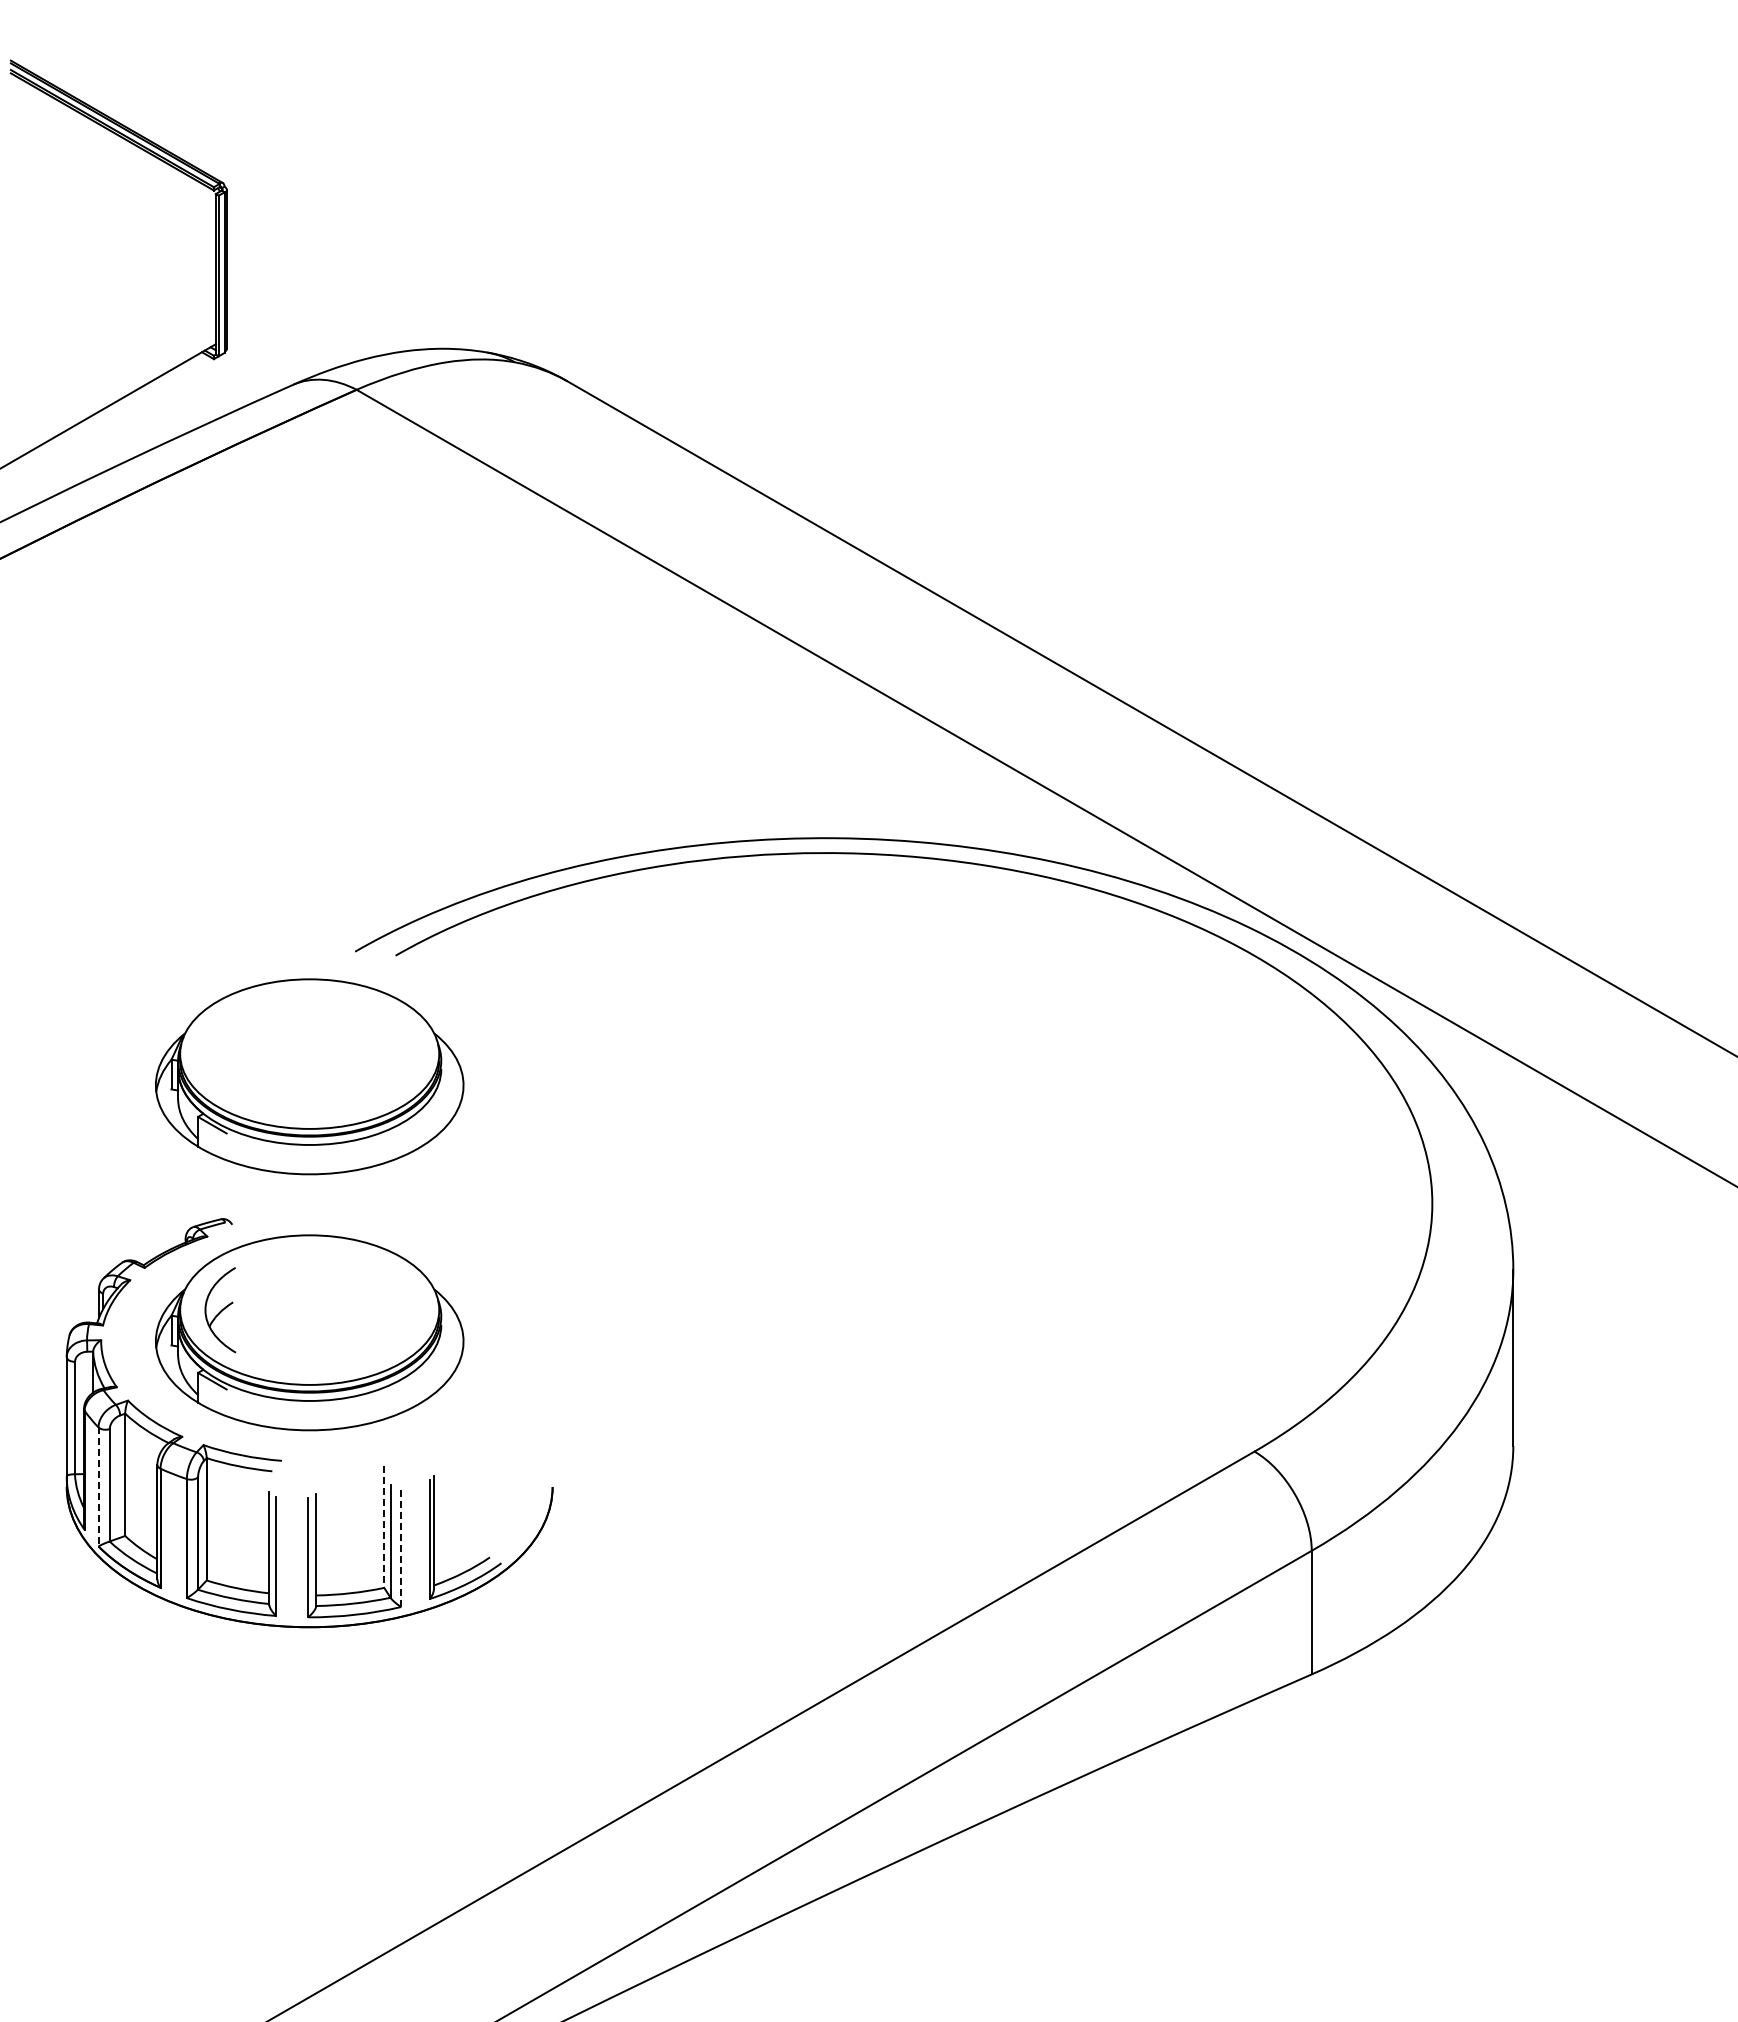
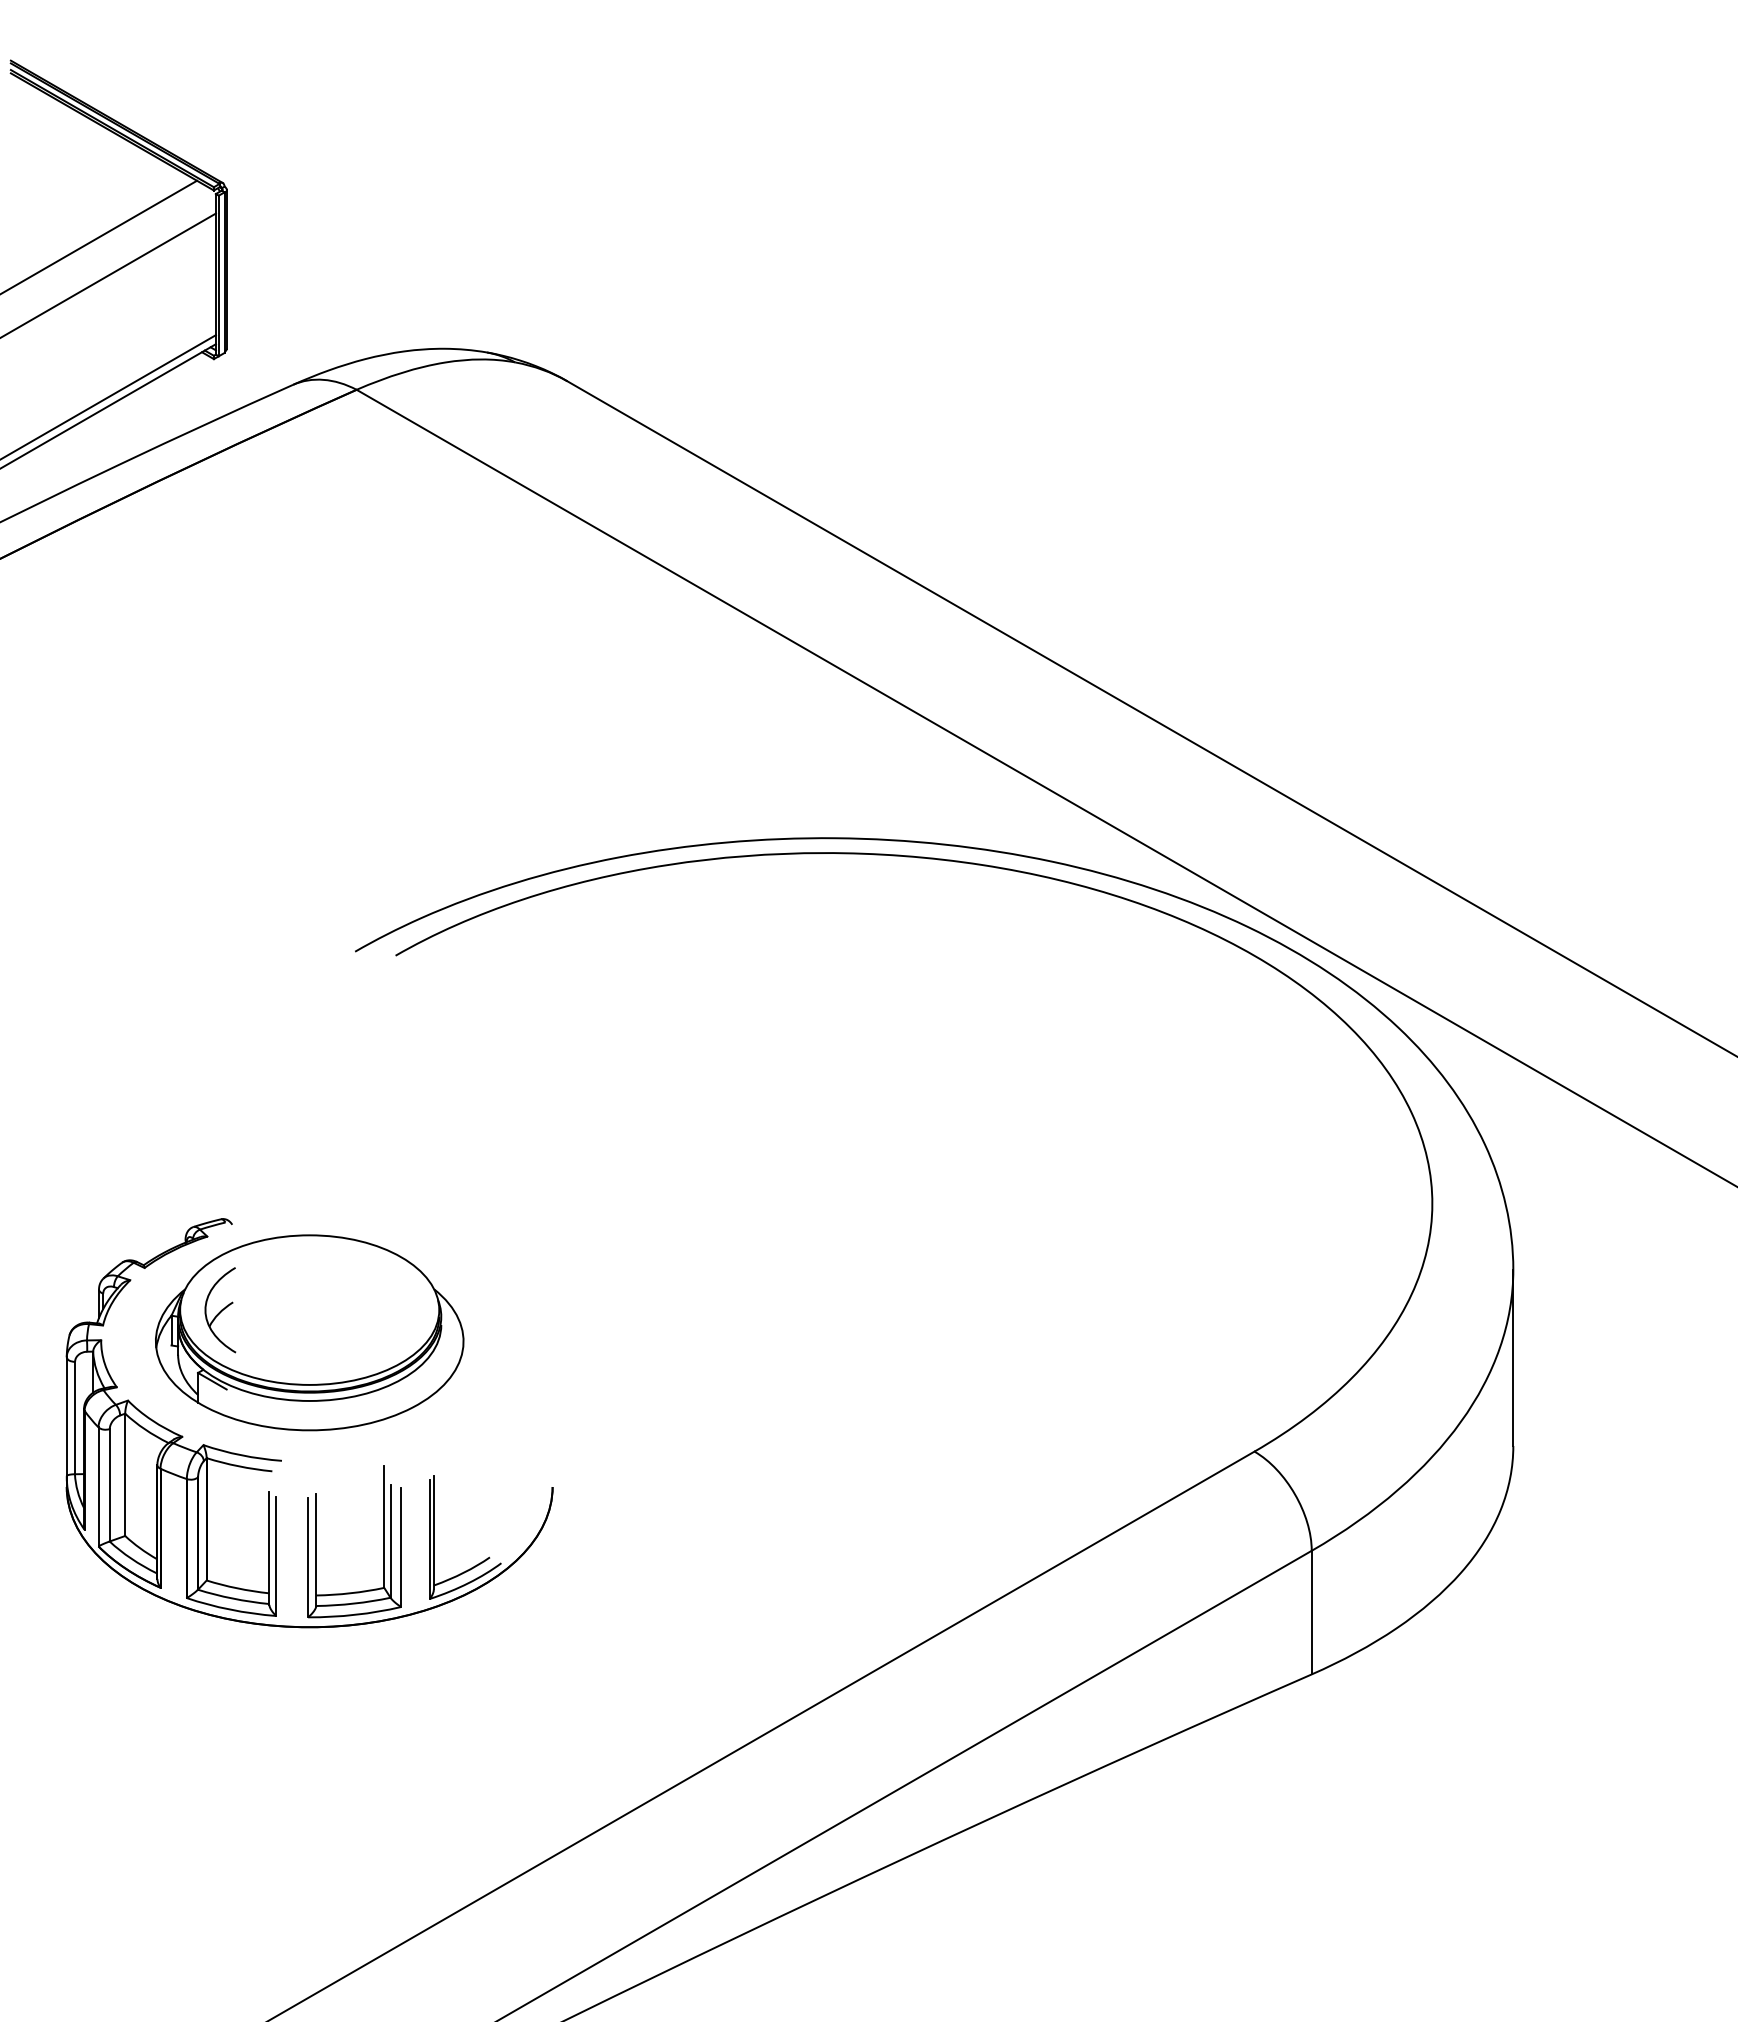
line at (99, 236): none -> present
line at (108, 275): none -> present
line at (108, 396): none -> present
part at (309, 1076): present -> none
line at (98, 1486): dashed -> solid
line at (384, 1527): dashed -> solid
line at (401, 1547): dashed -> solid
